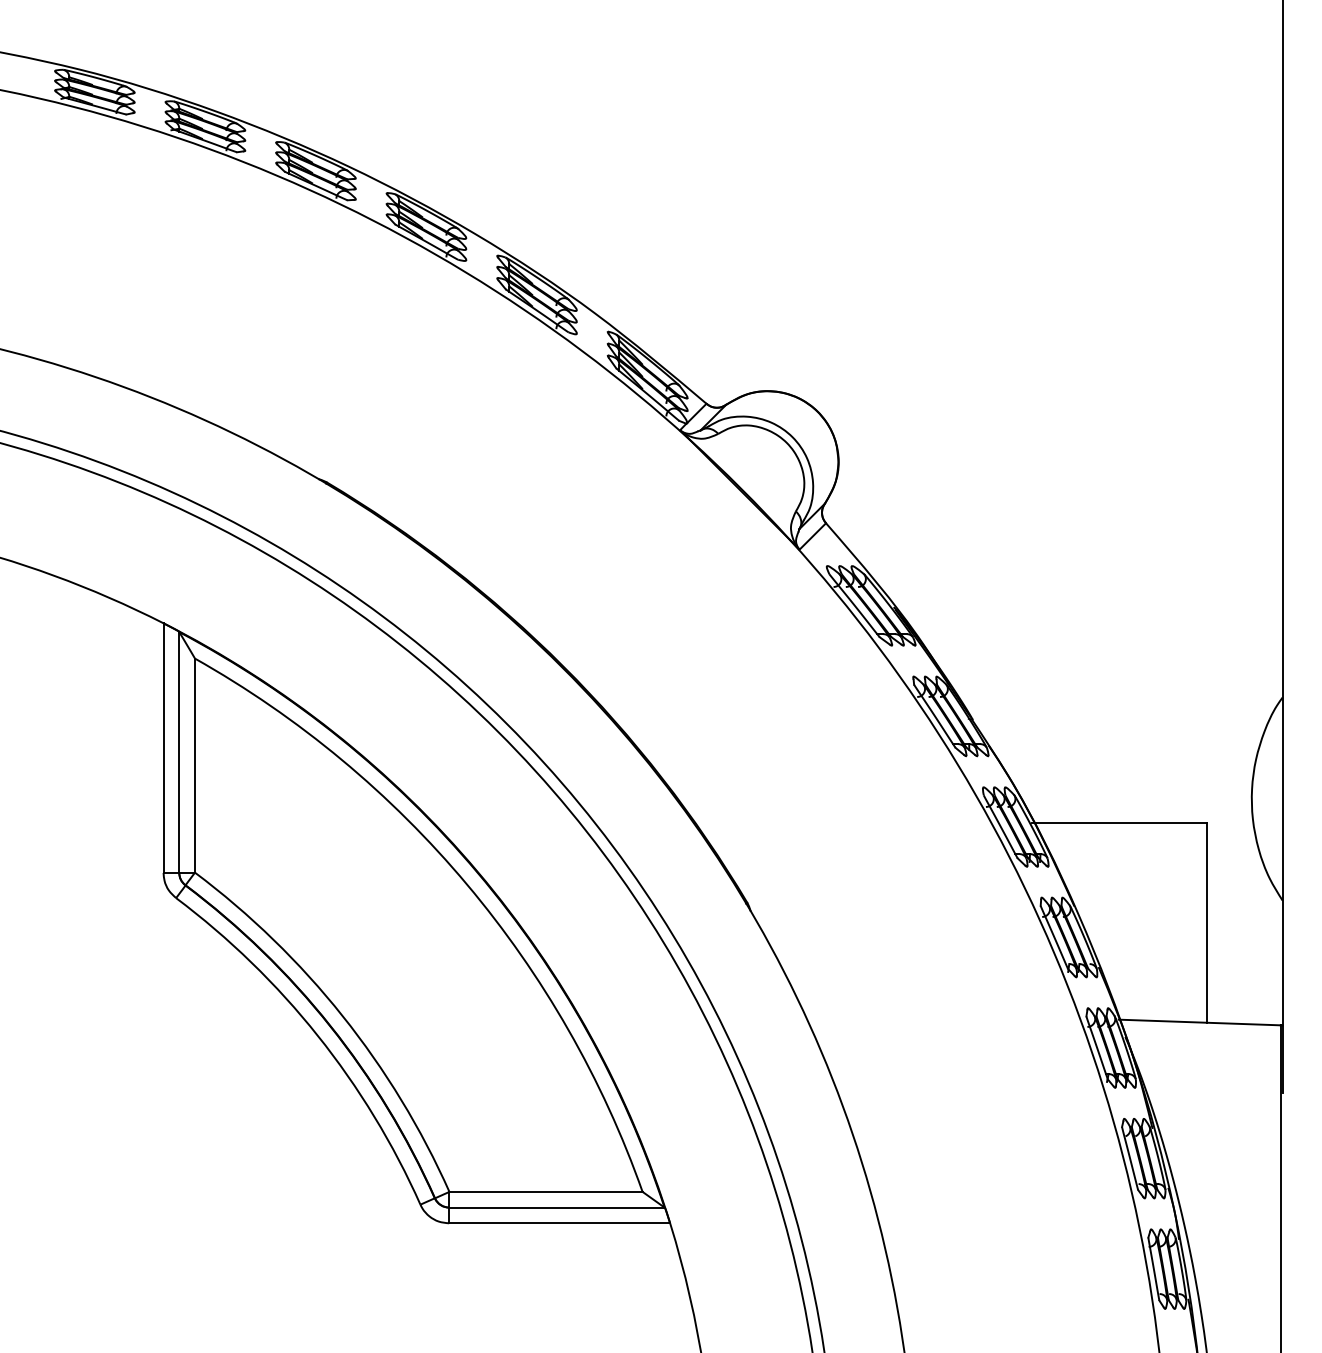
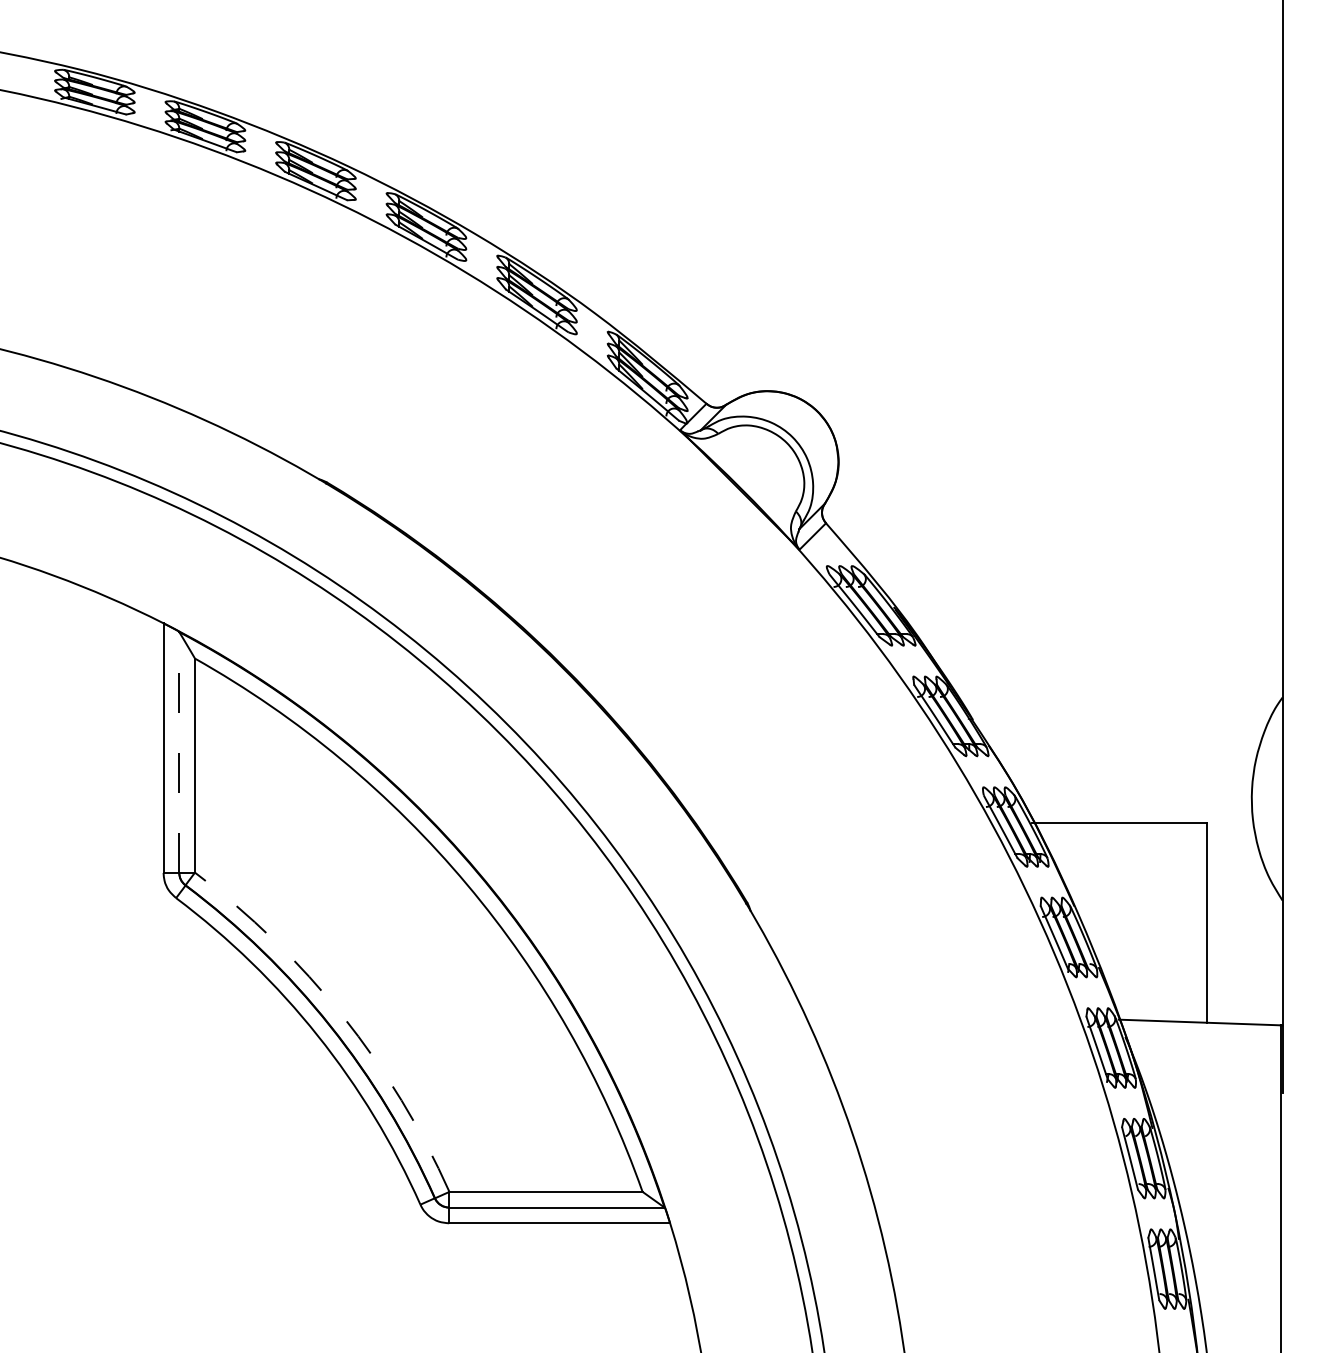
line at (179, 751): solid -> dashed
arc at (342, 1016): solid -> dashed
